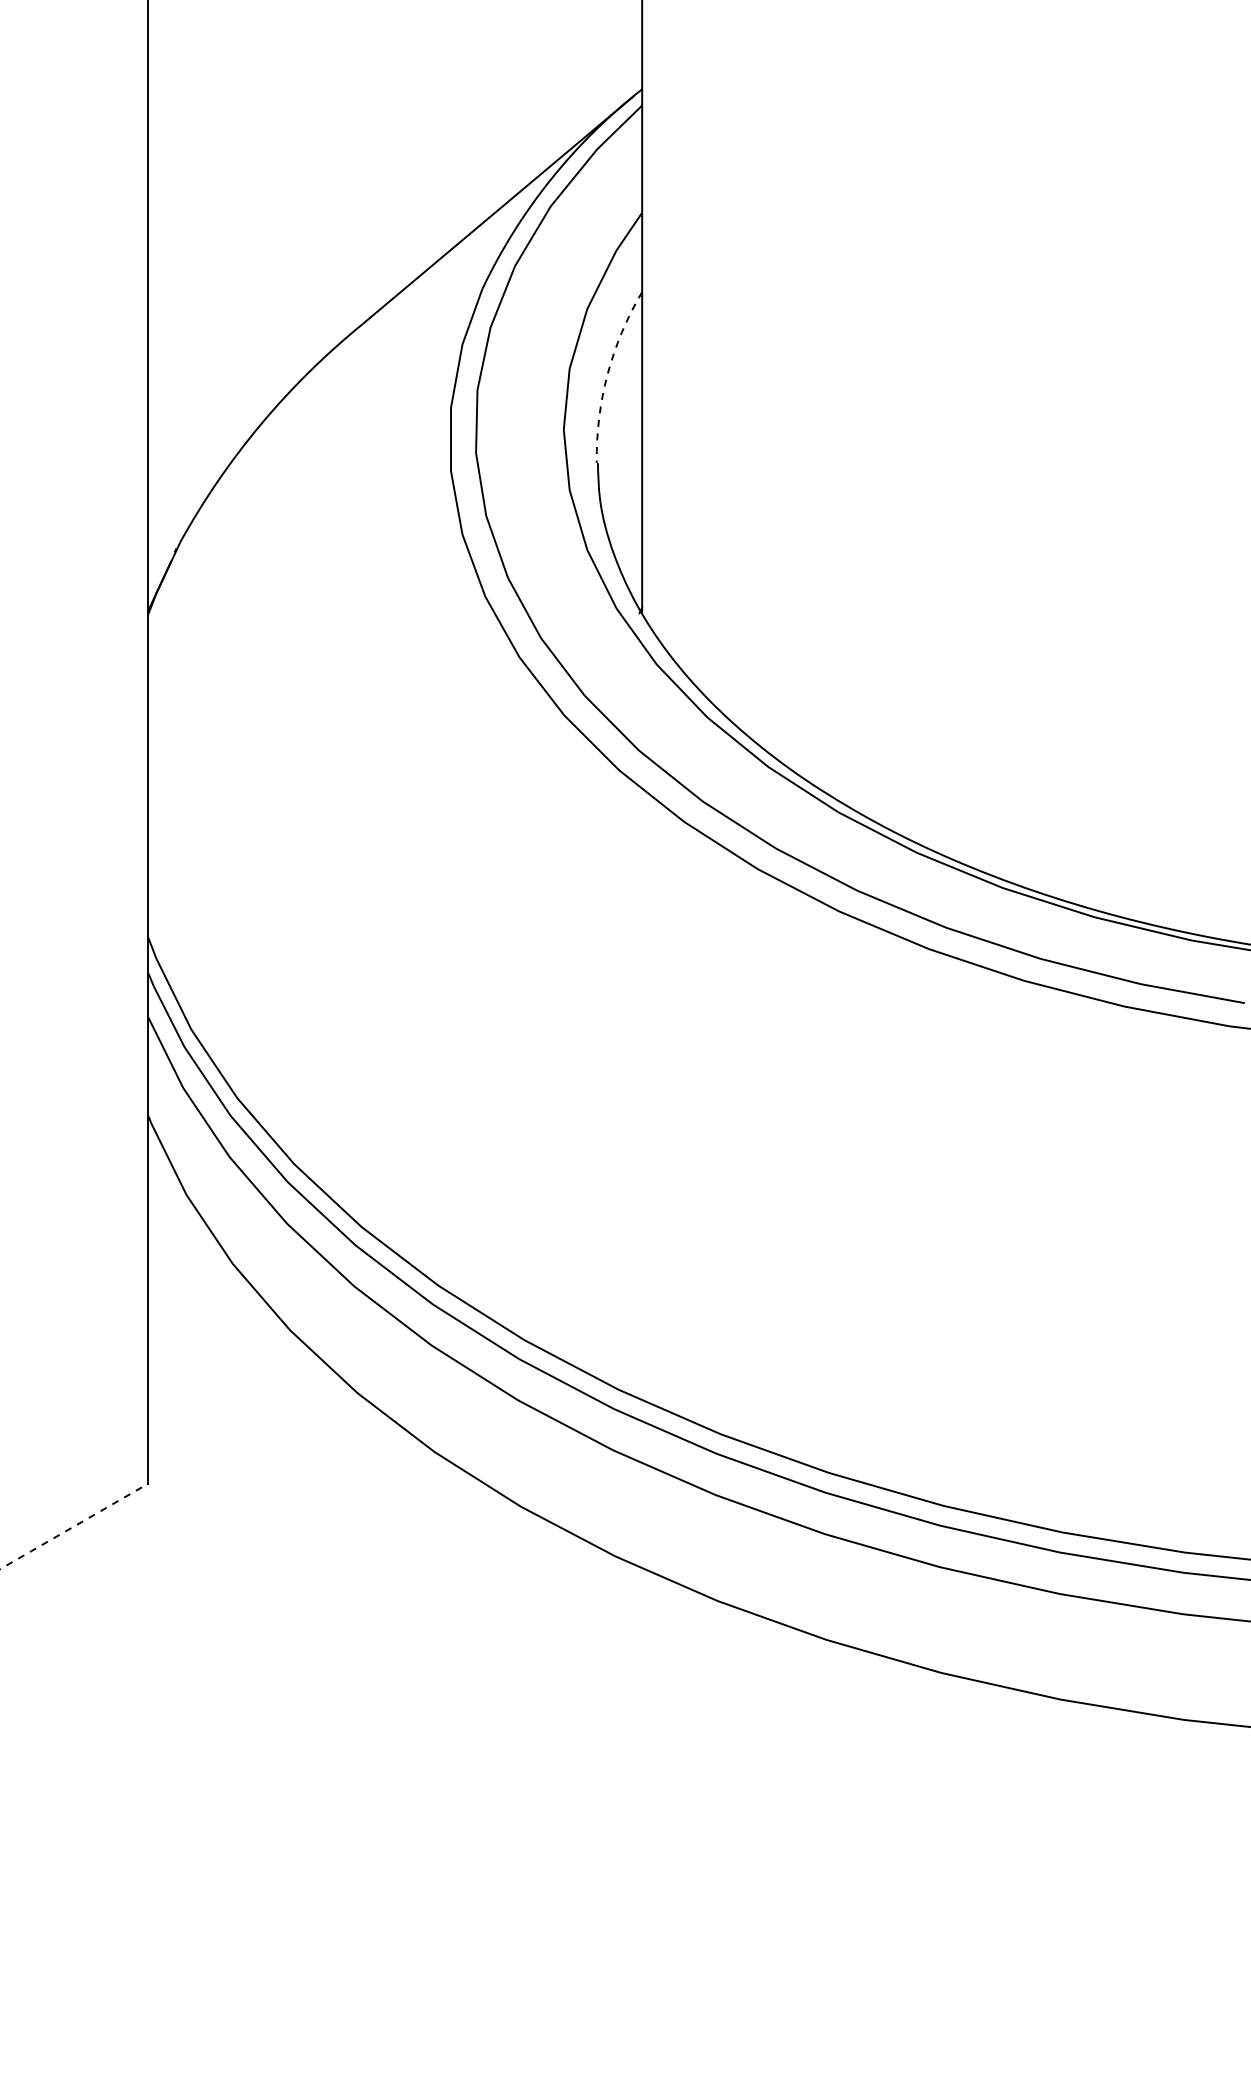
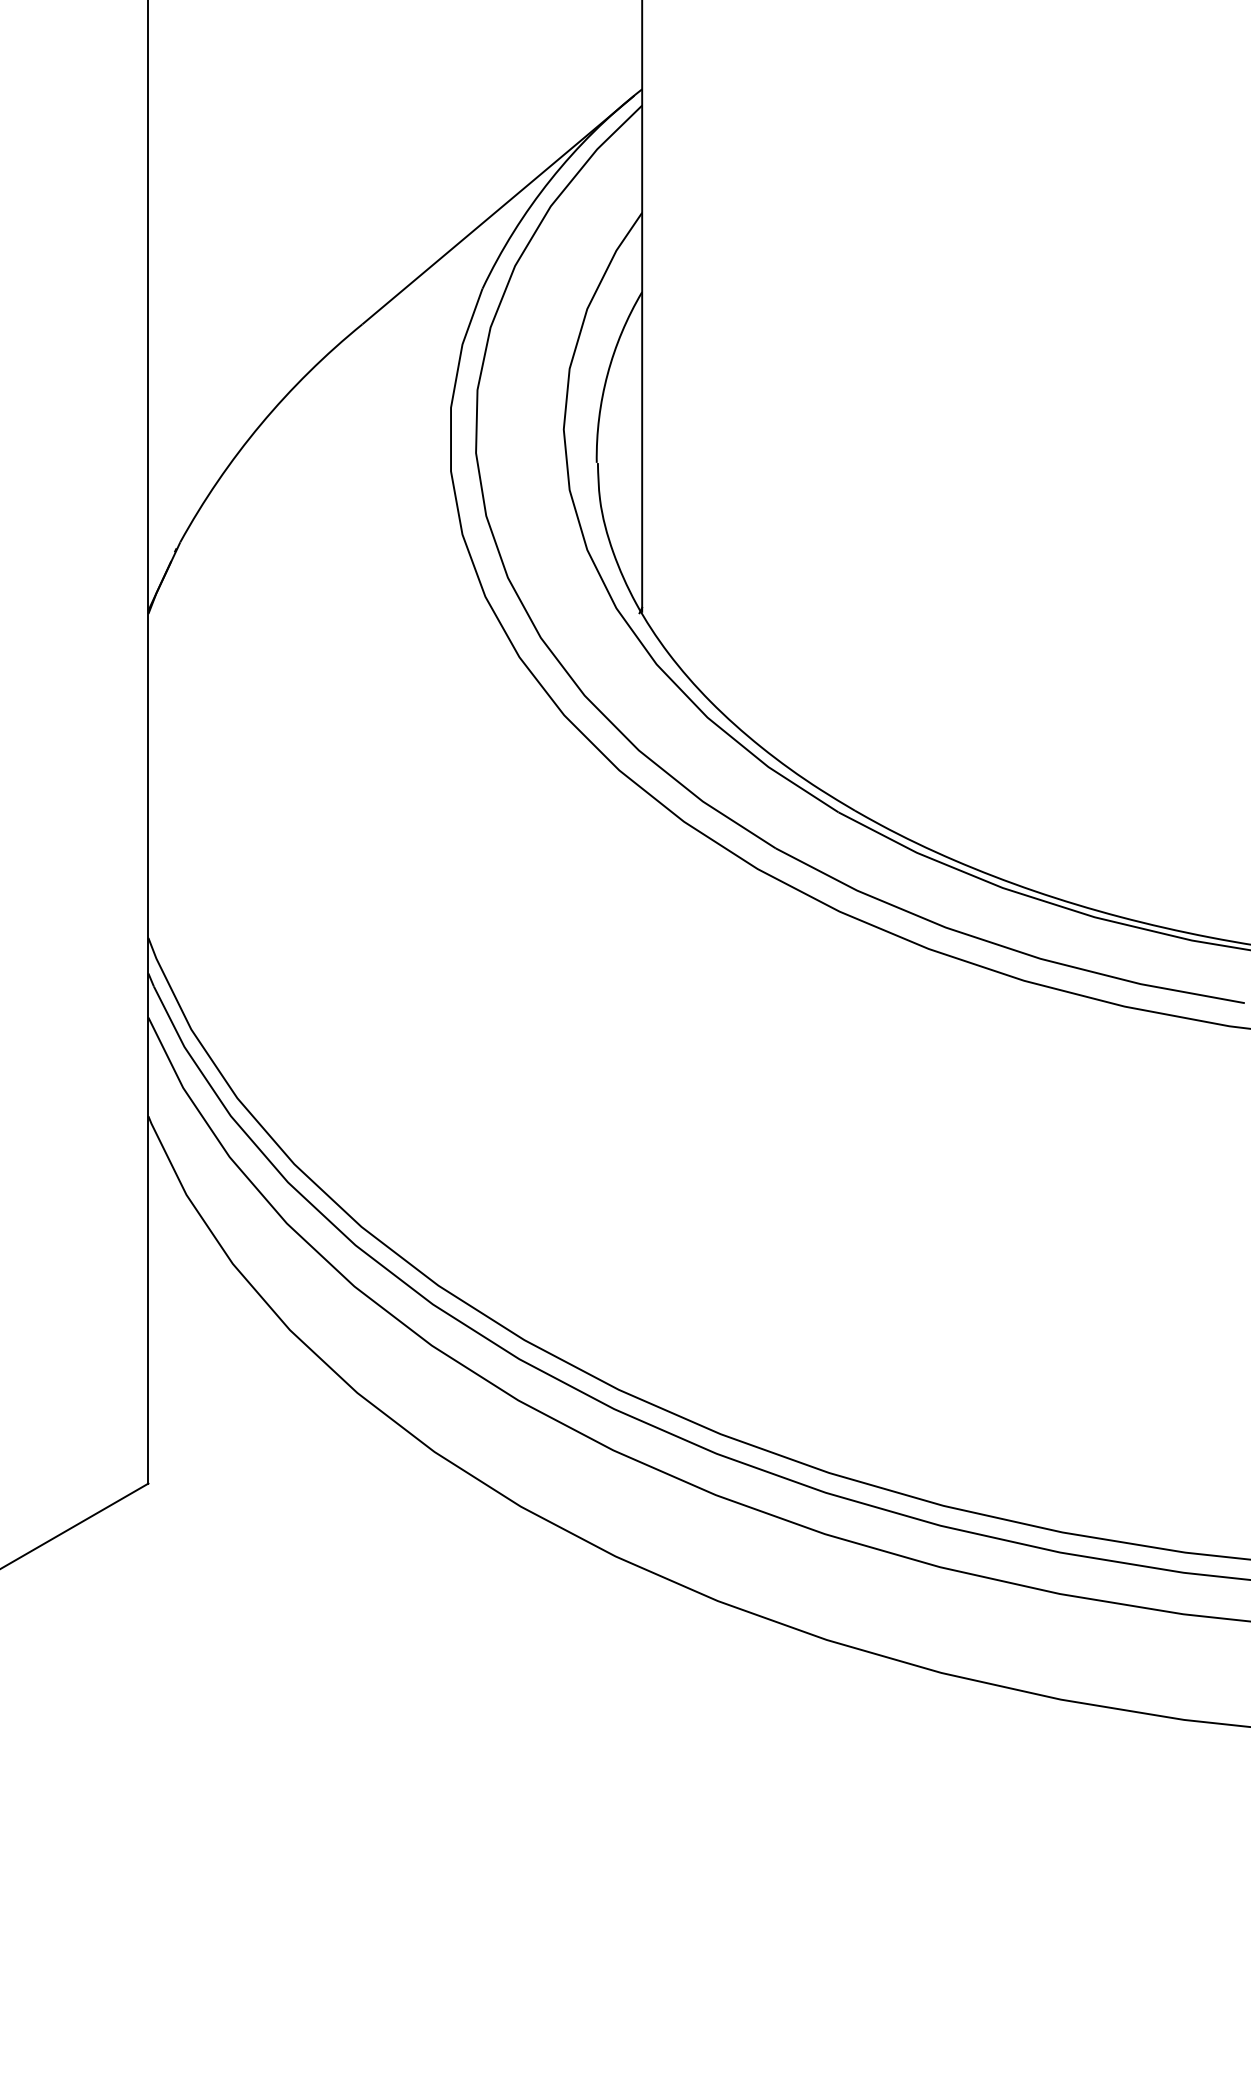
arc at (607, 374): dashed -> solid
line at (74, 1526): dashed -> solid
